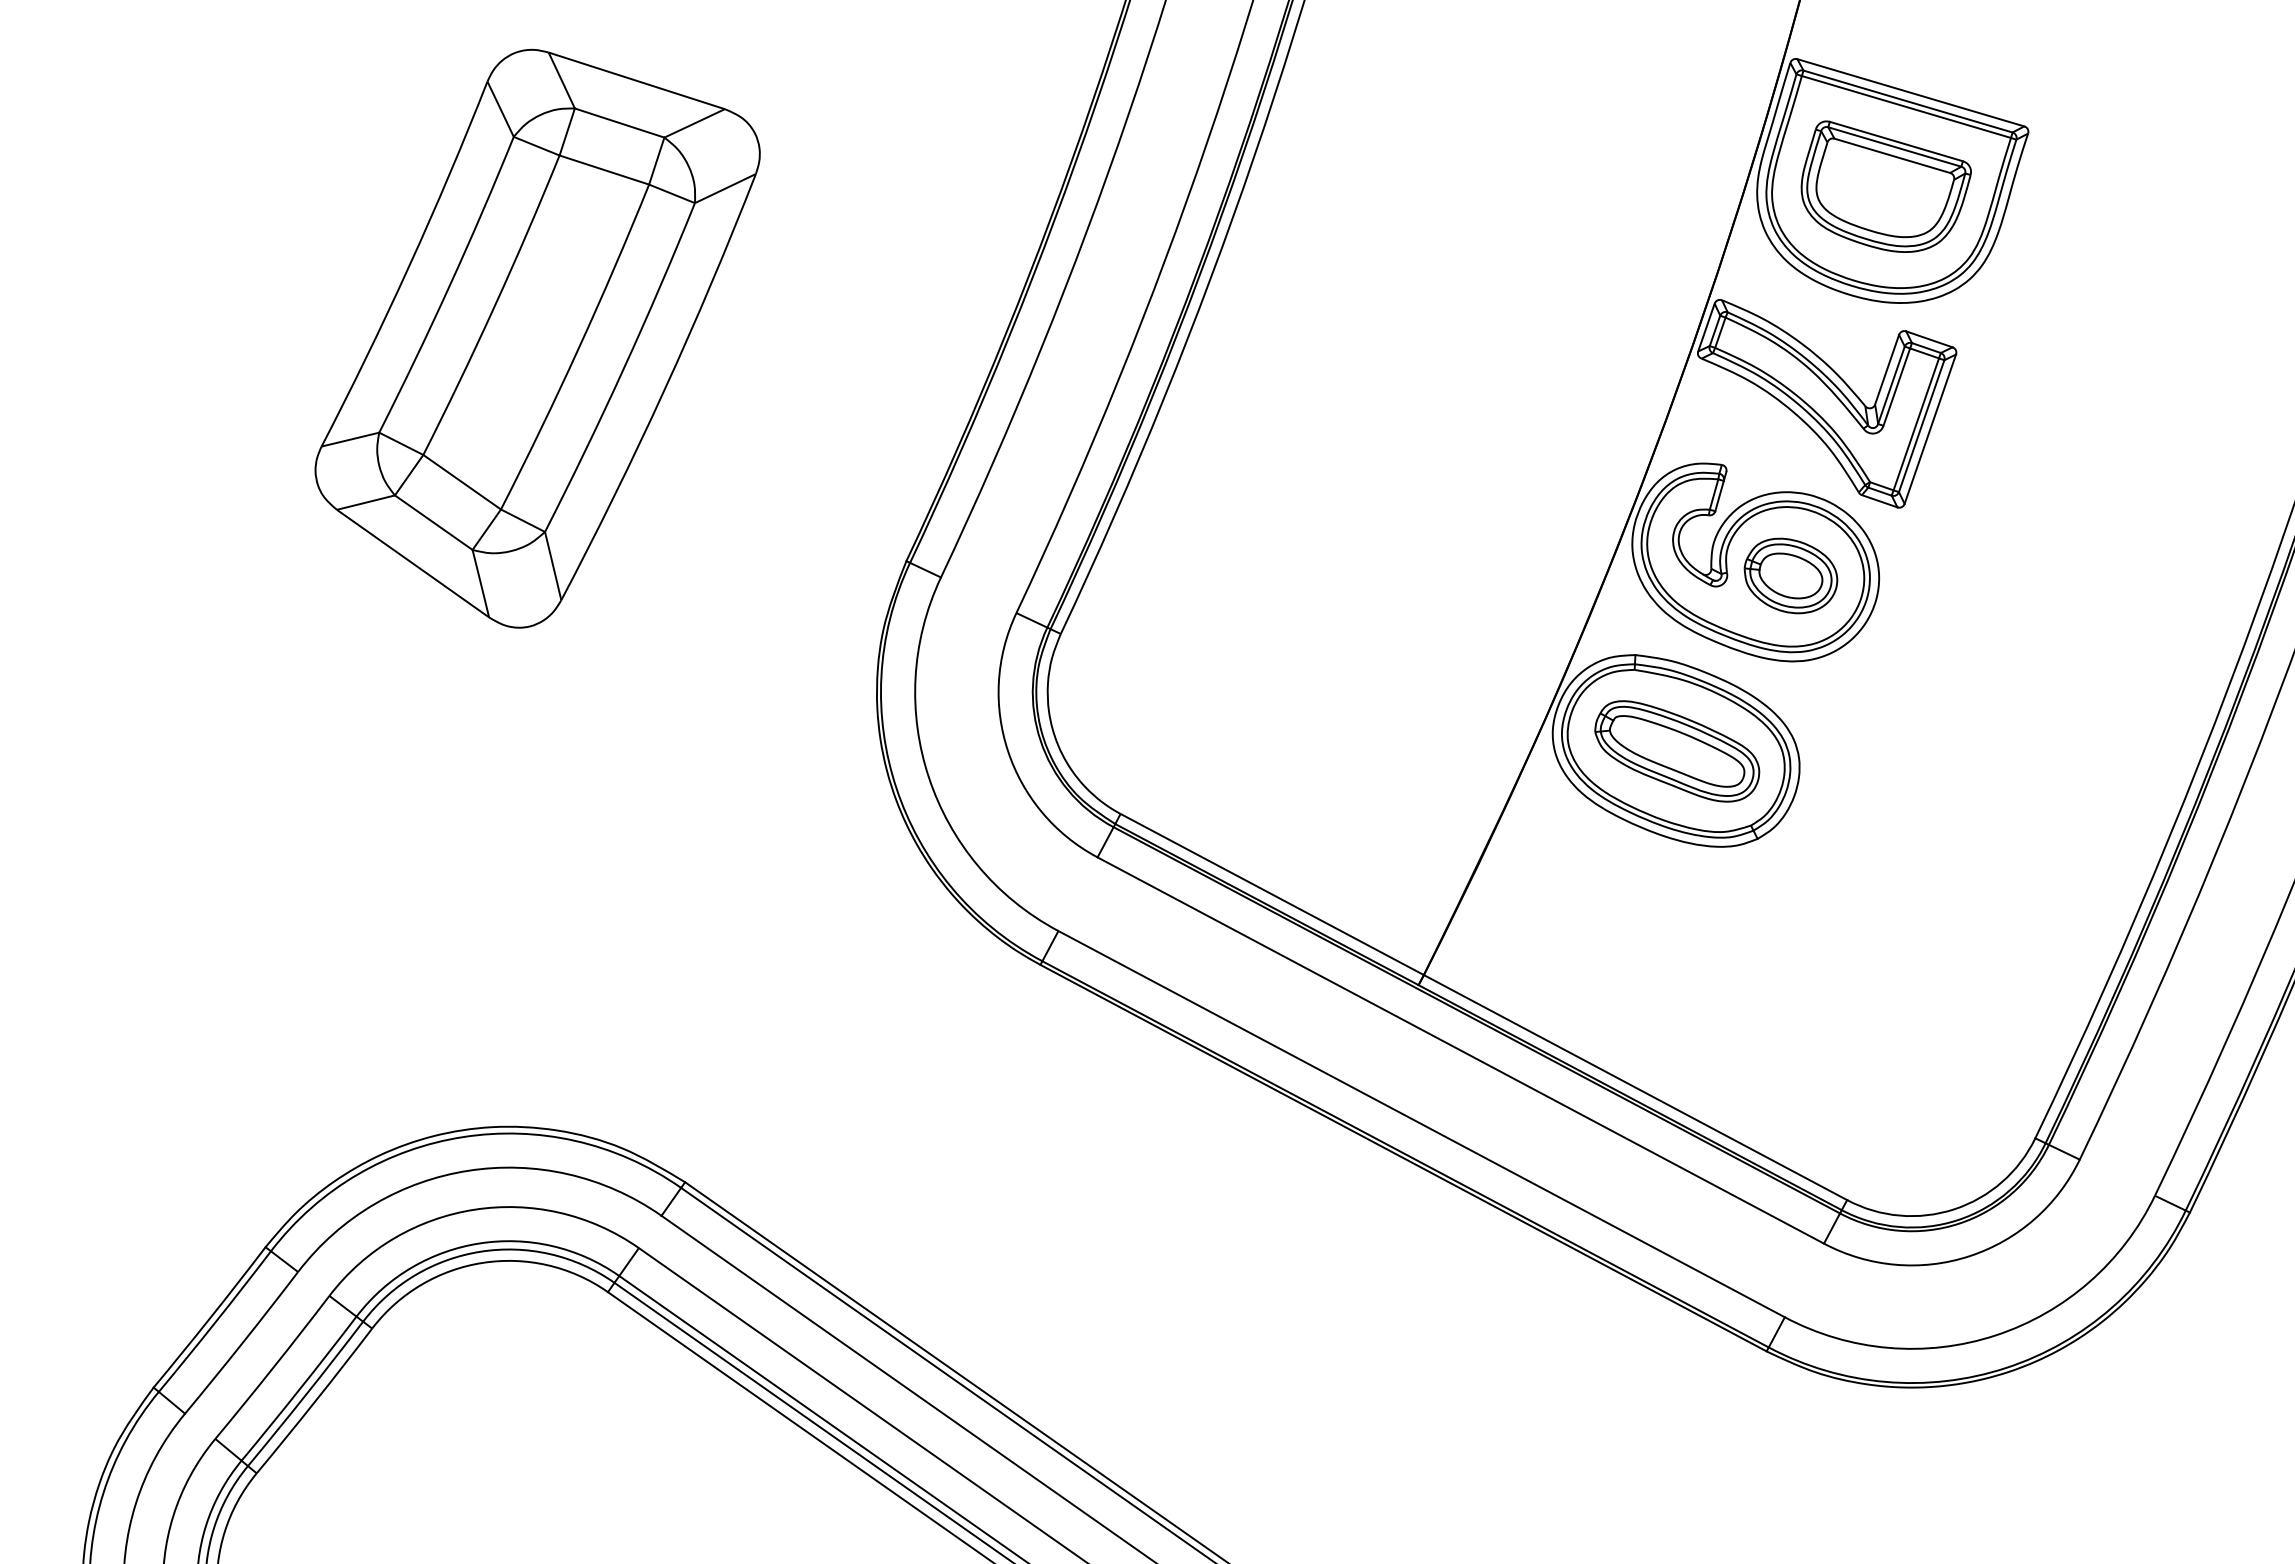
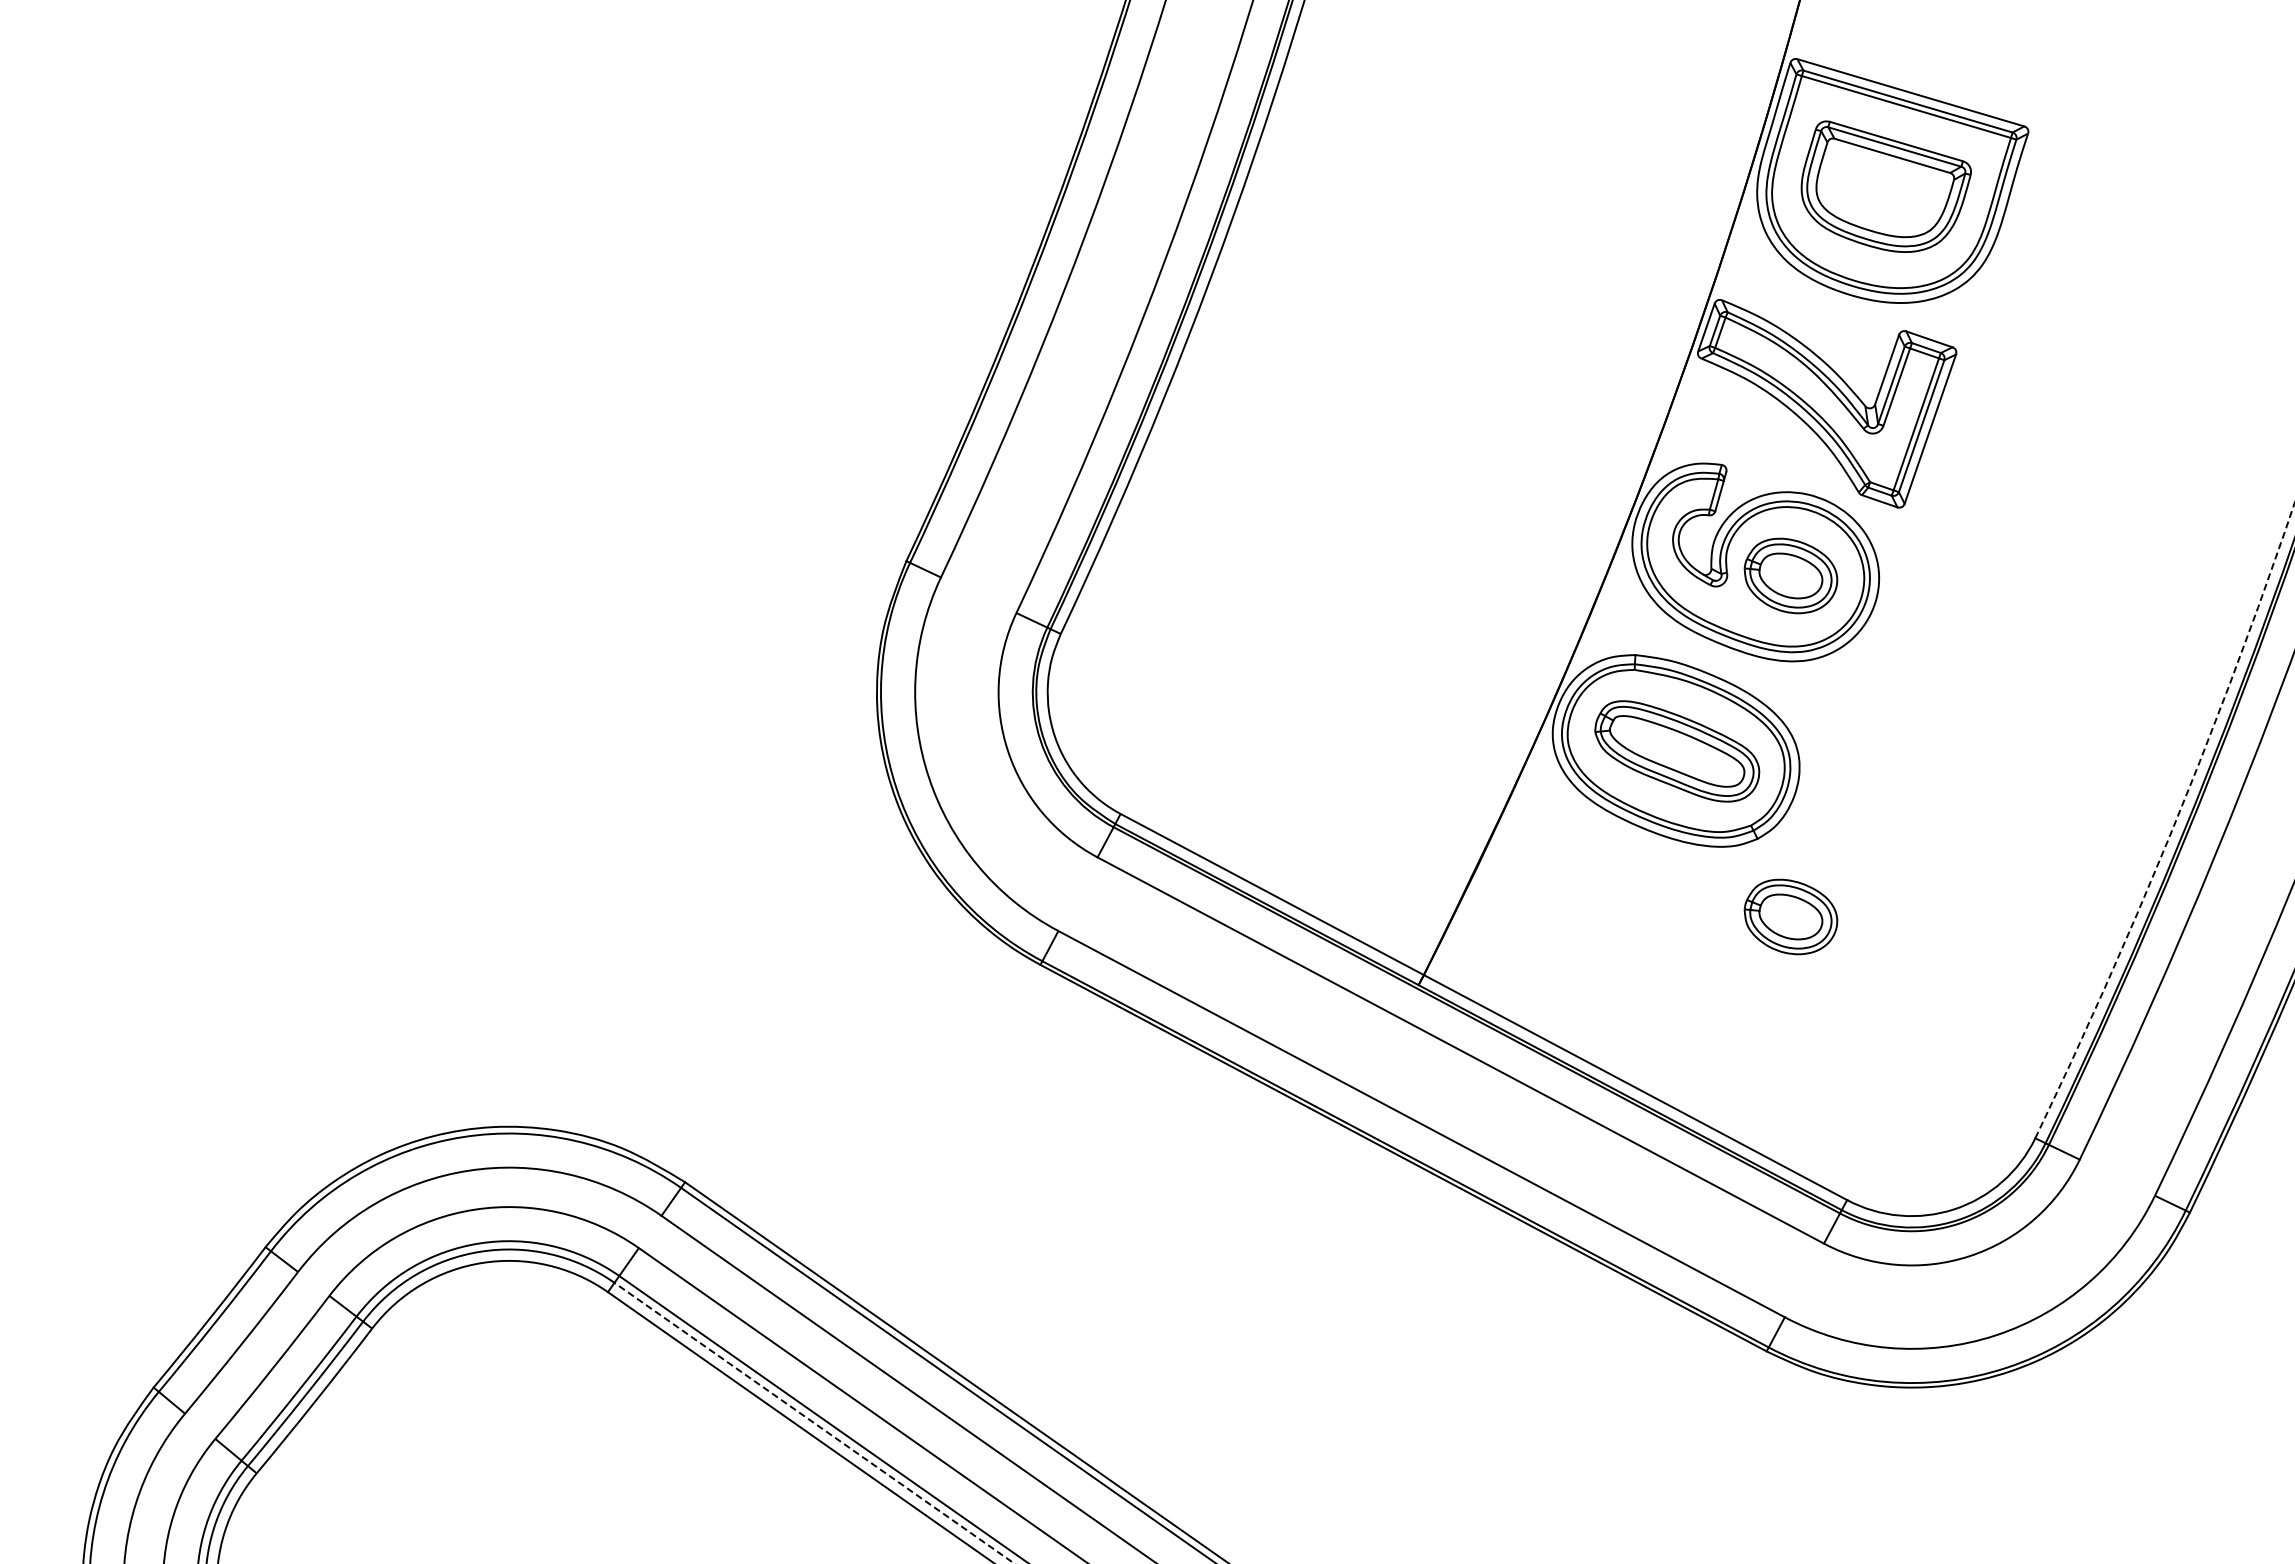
part at (537, 338): present -> none
arc at (2174, 823): solid -> dashed
part at (1790, 916): none -> present
line at (814, 1423): solid -> dashed
